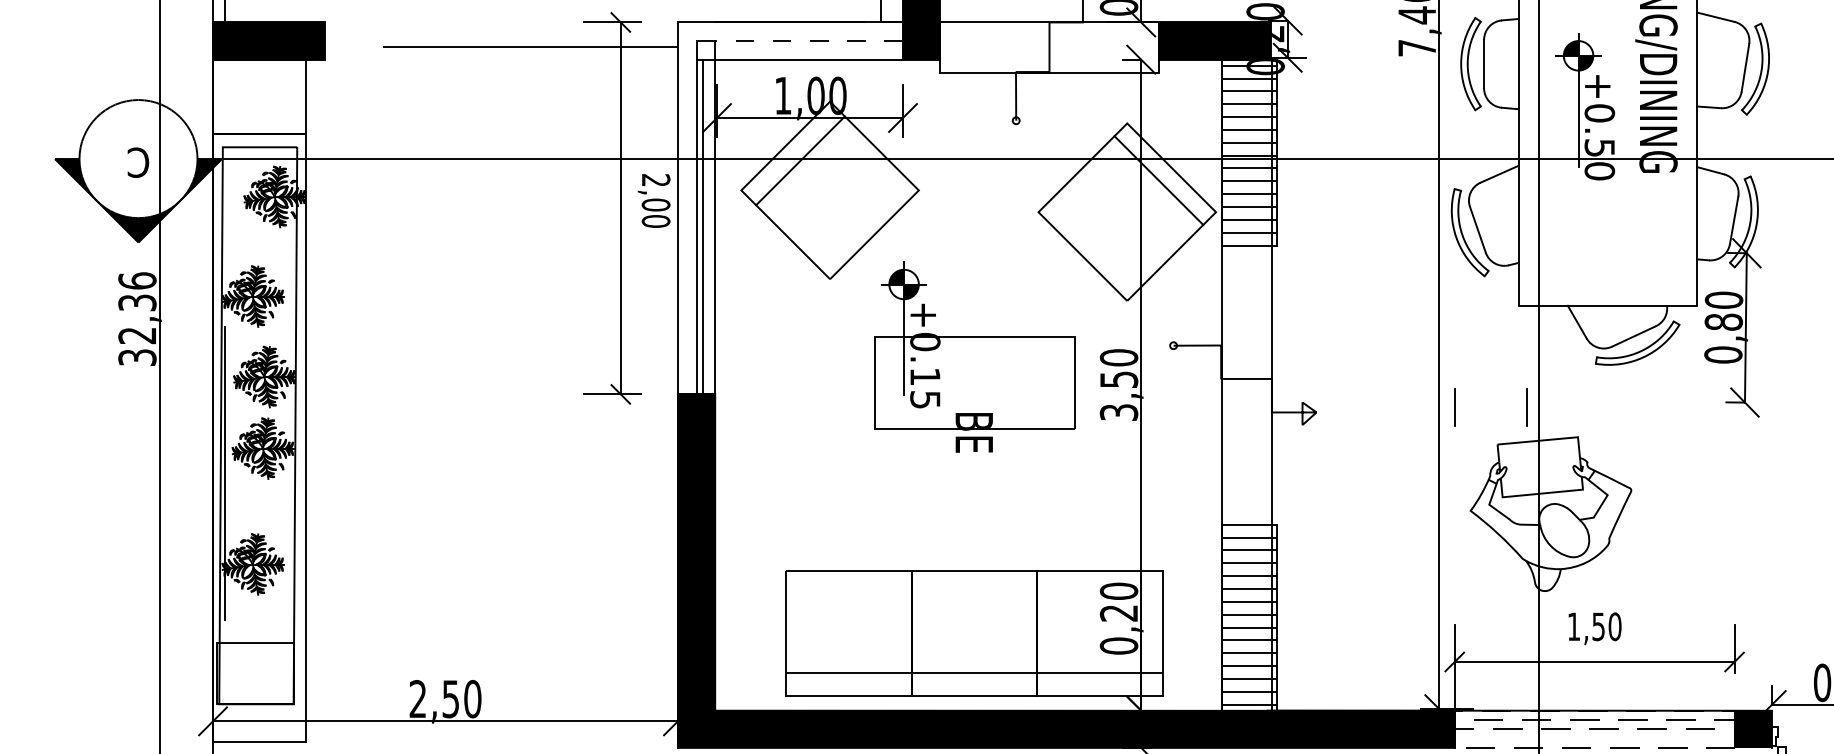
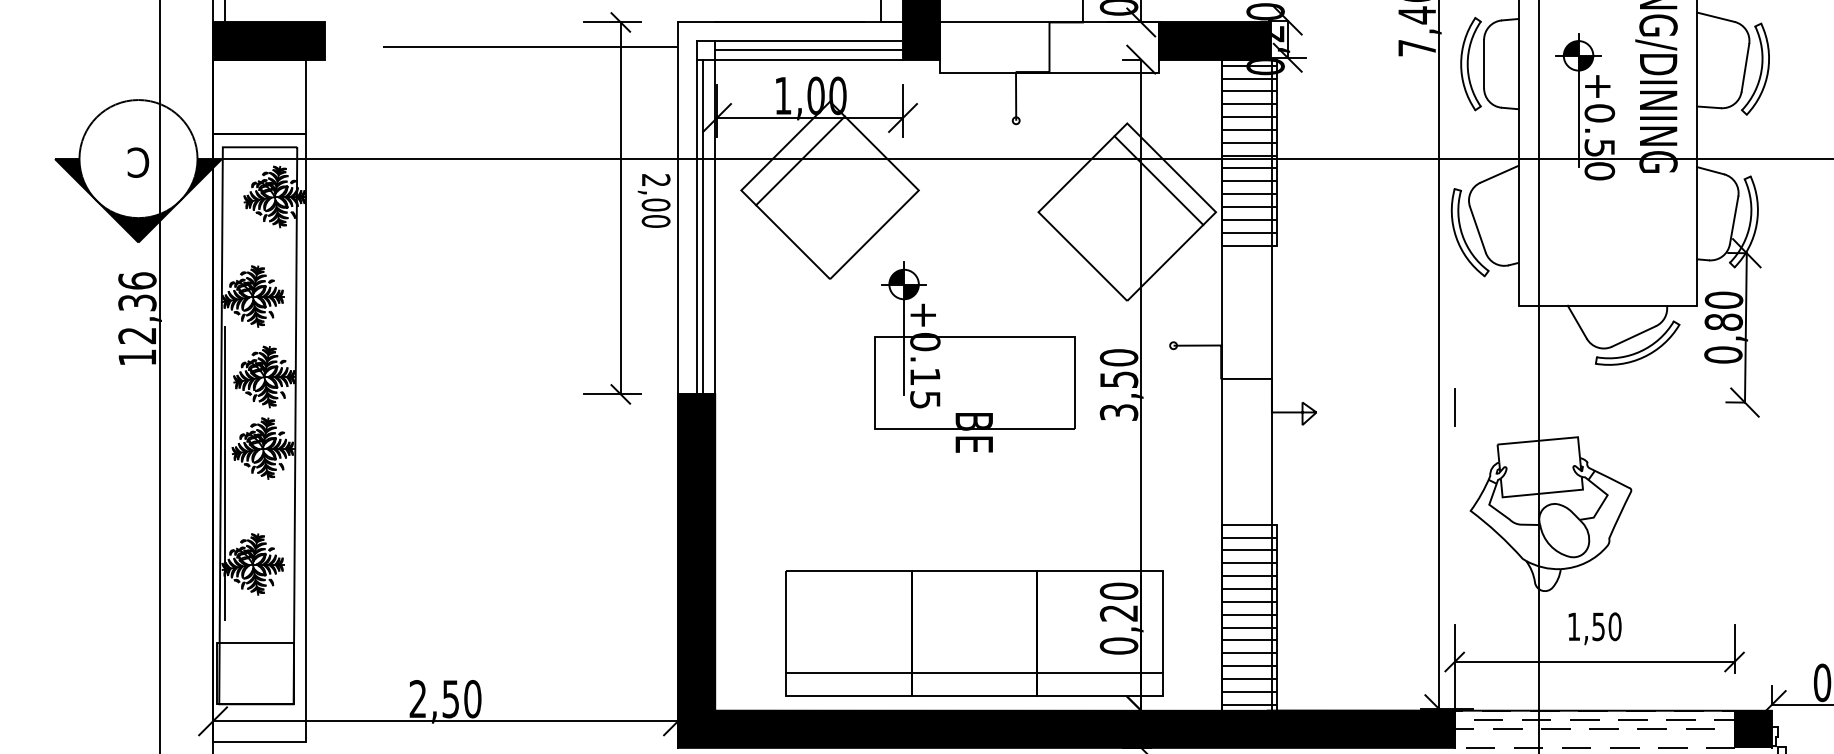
line at (799, 41): dashed -> solid
line at (809, 50): none -> present
text at (137, 357): 32,36 -> 12,36
line at (1526, 407): present -> none
